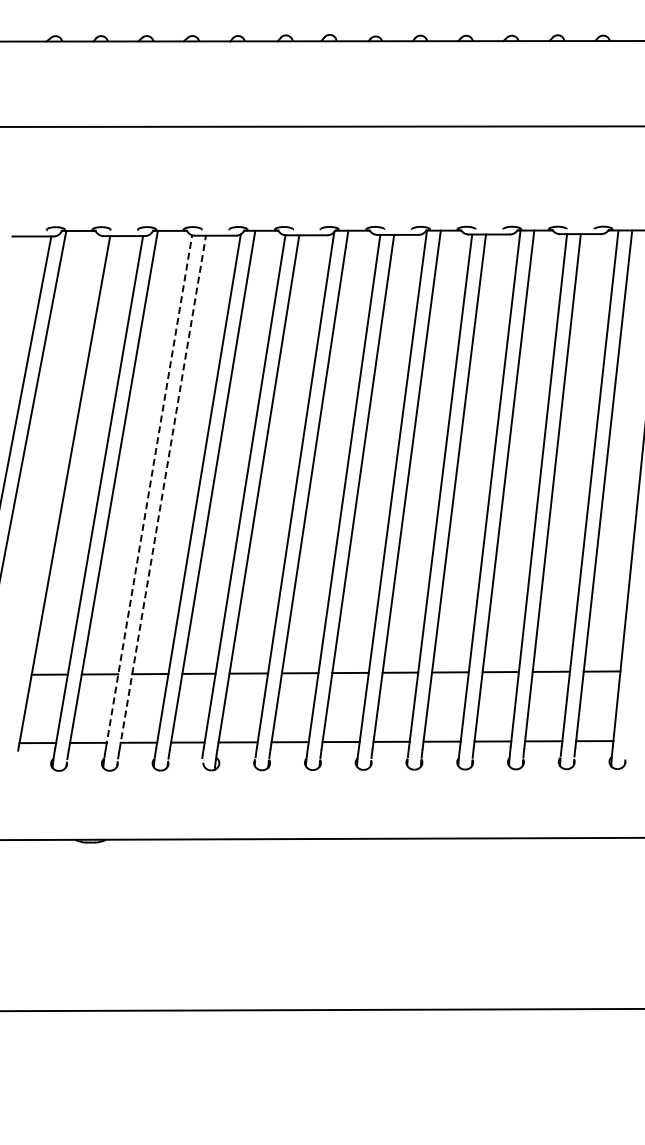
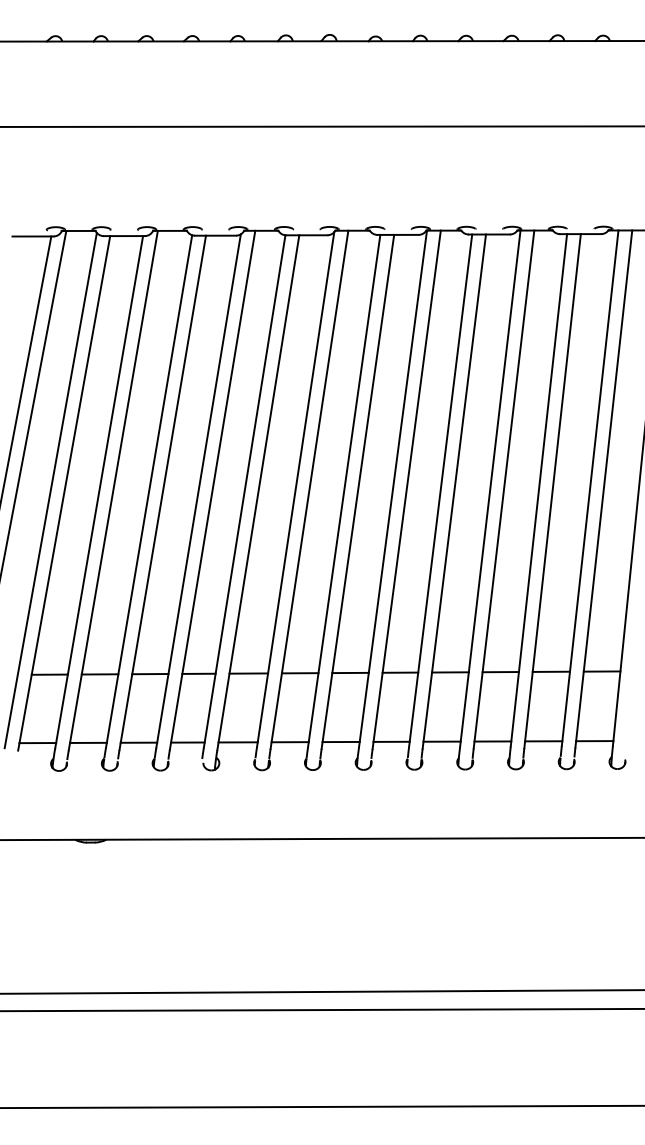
line at (50, 490): none -> present
line at (149, 491): dashed -> solid
line at (162, 492): dashed -> solid
line at (321, 991): none -> present
line at (321, 1106): none -> present
